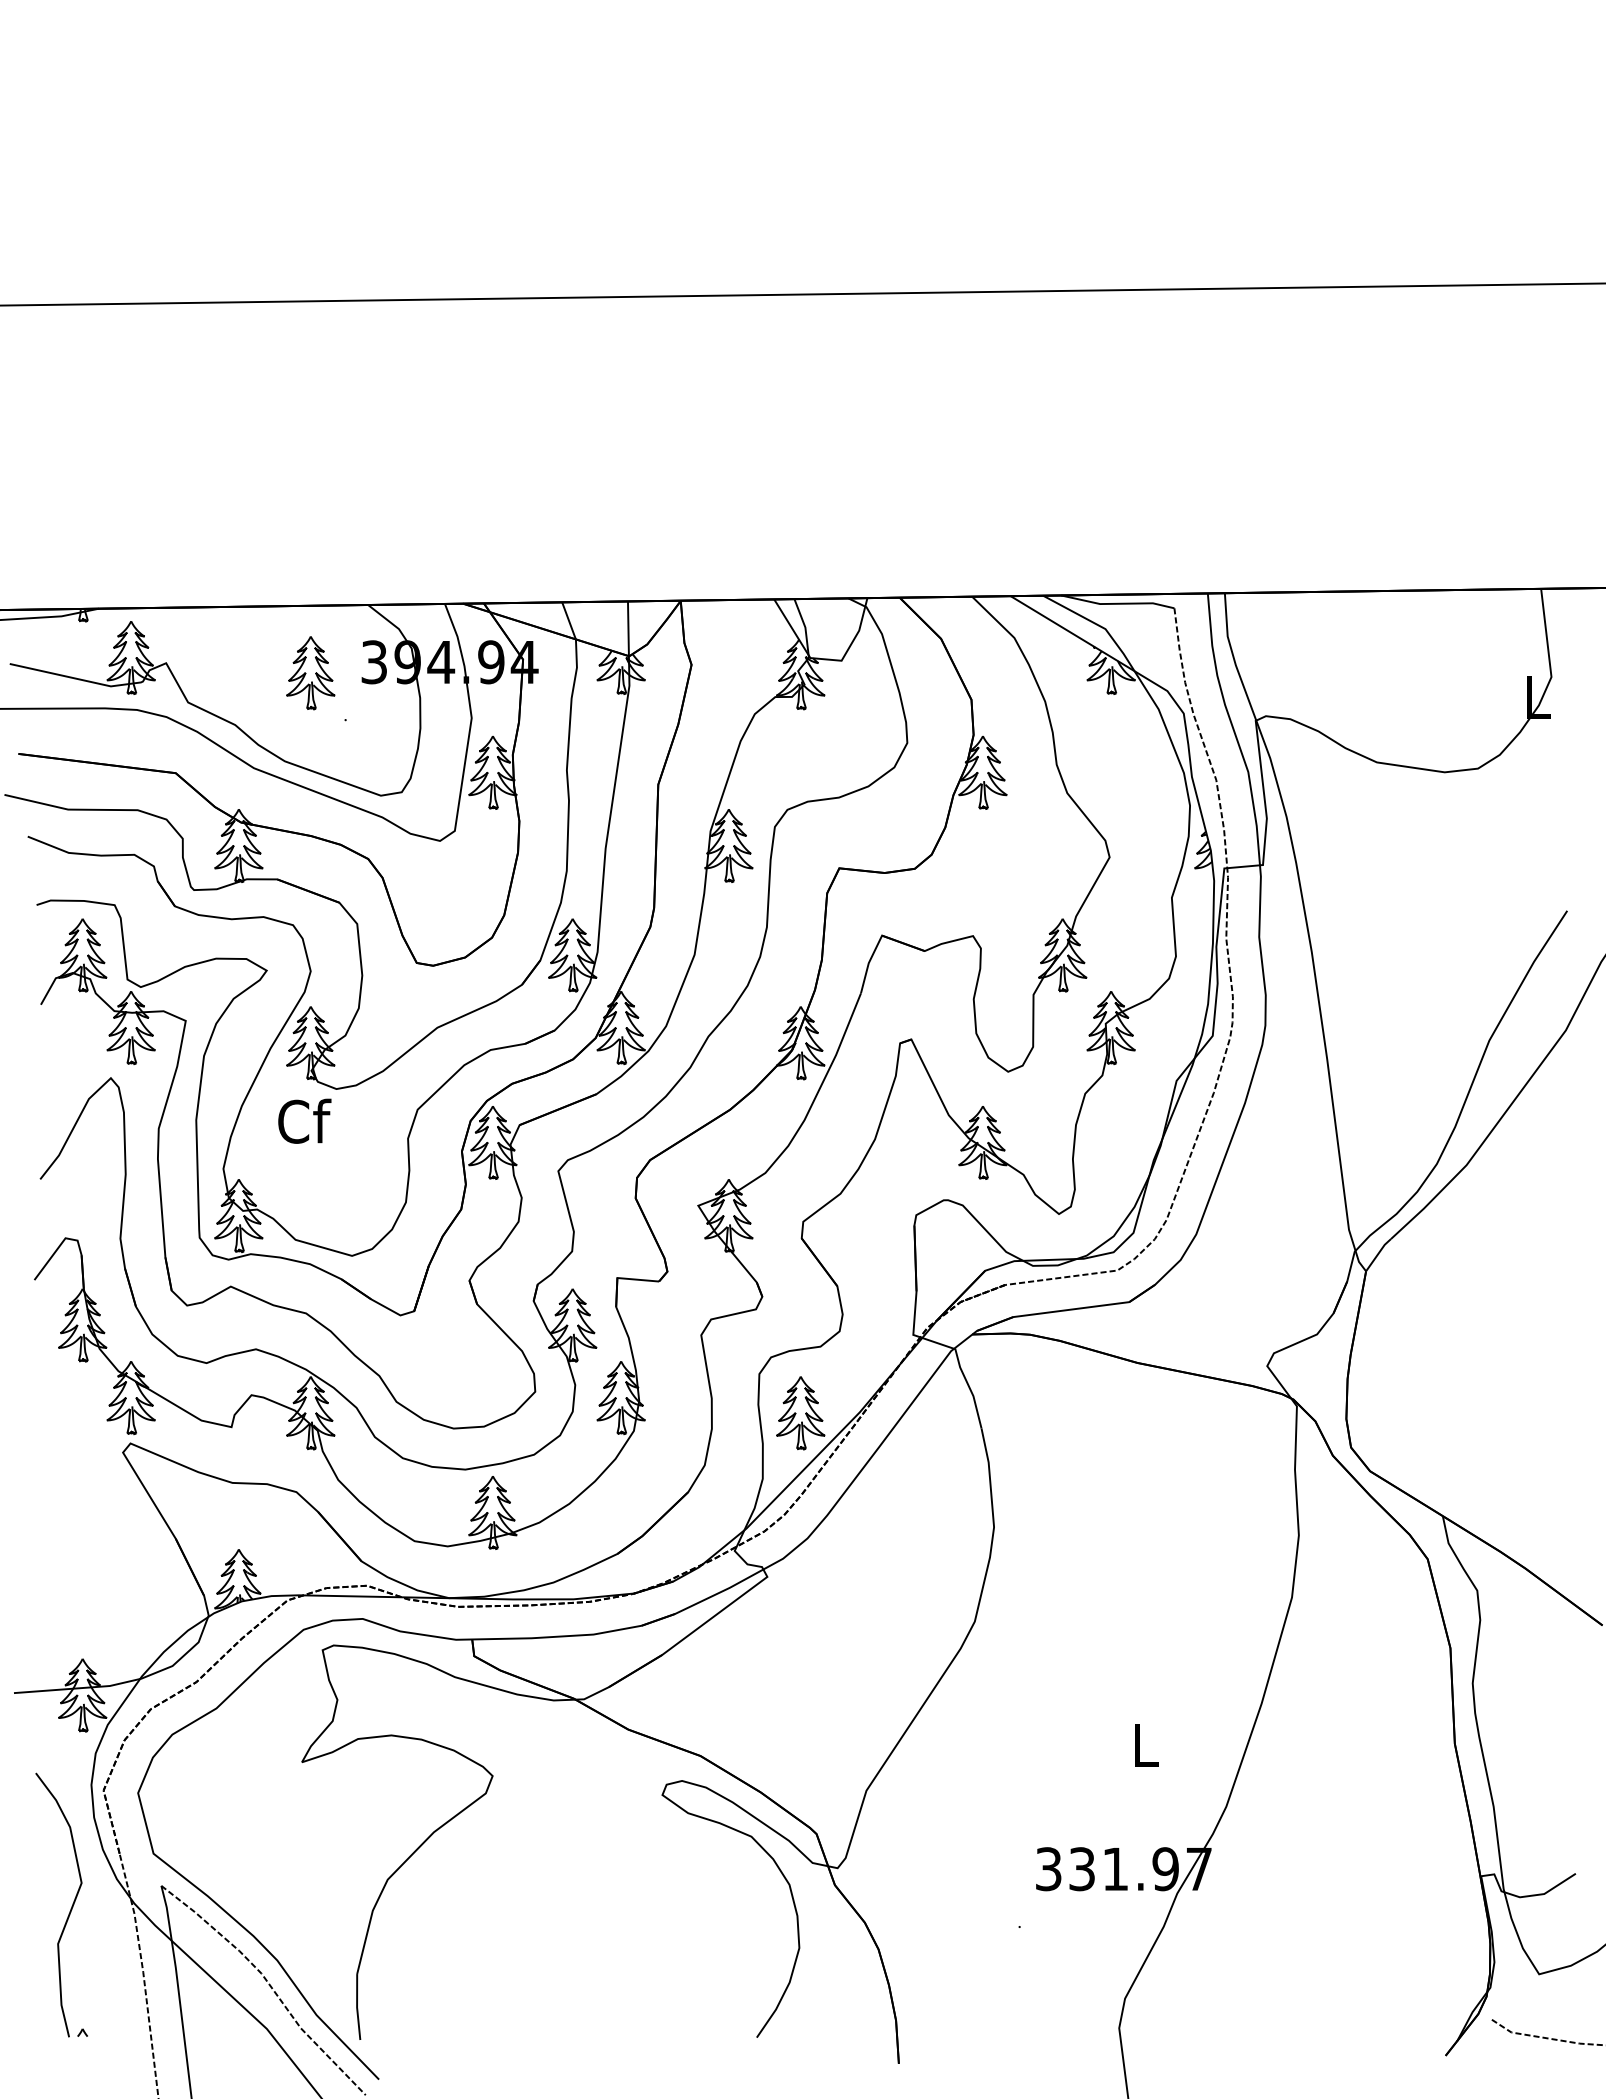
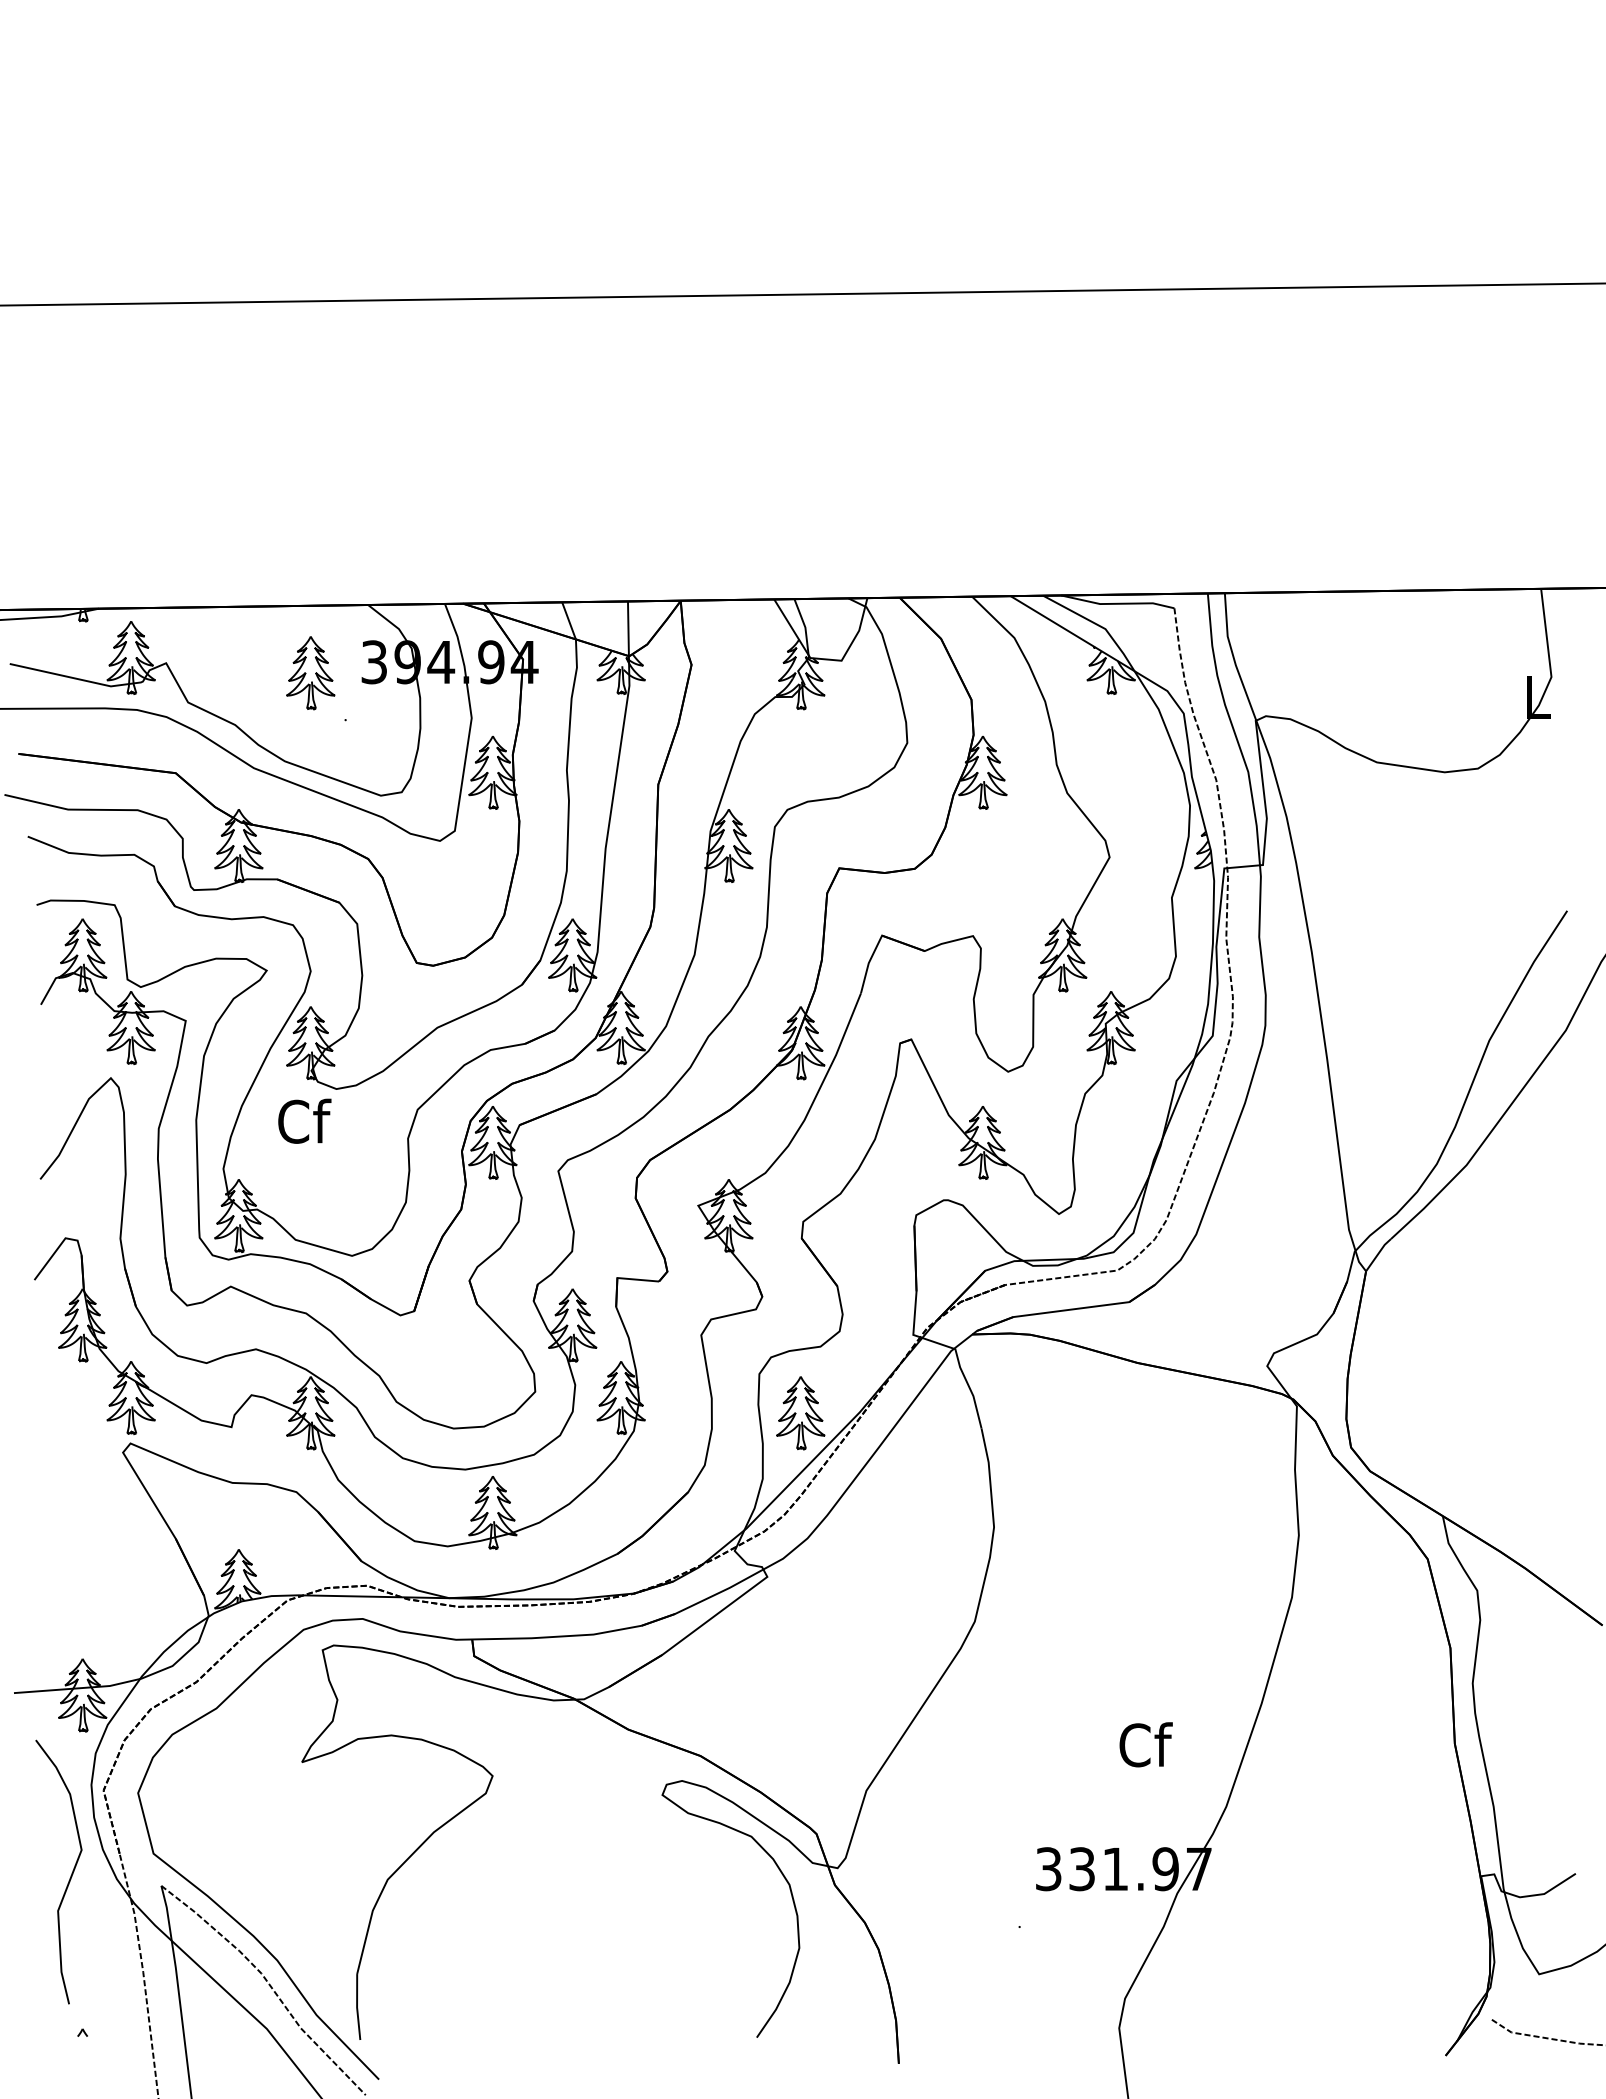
text at (1145, 1744): L -> Cf
curve at (70, 1908) position: (70, 1908) -> (70, 1875)
